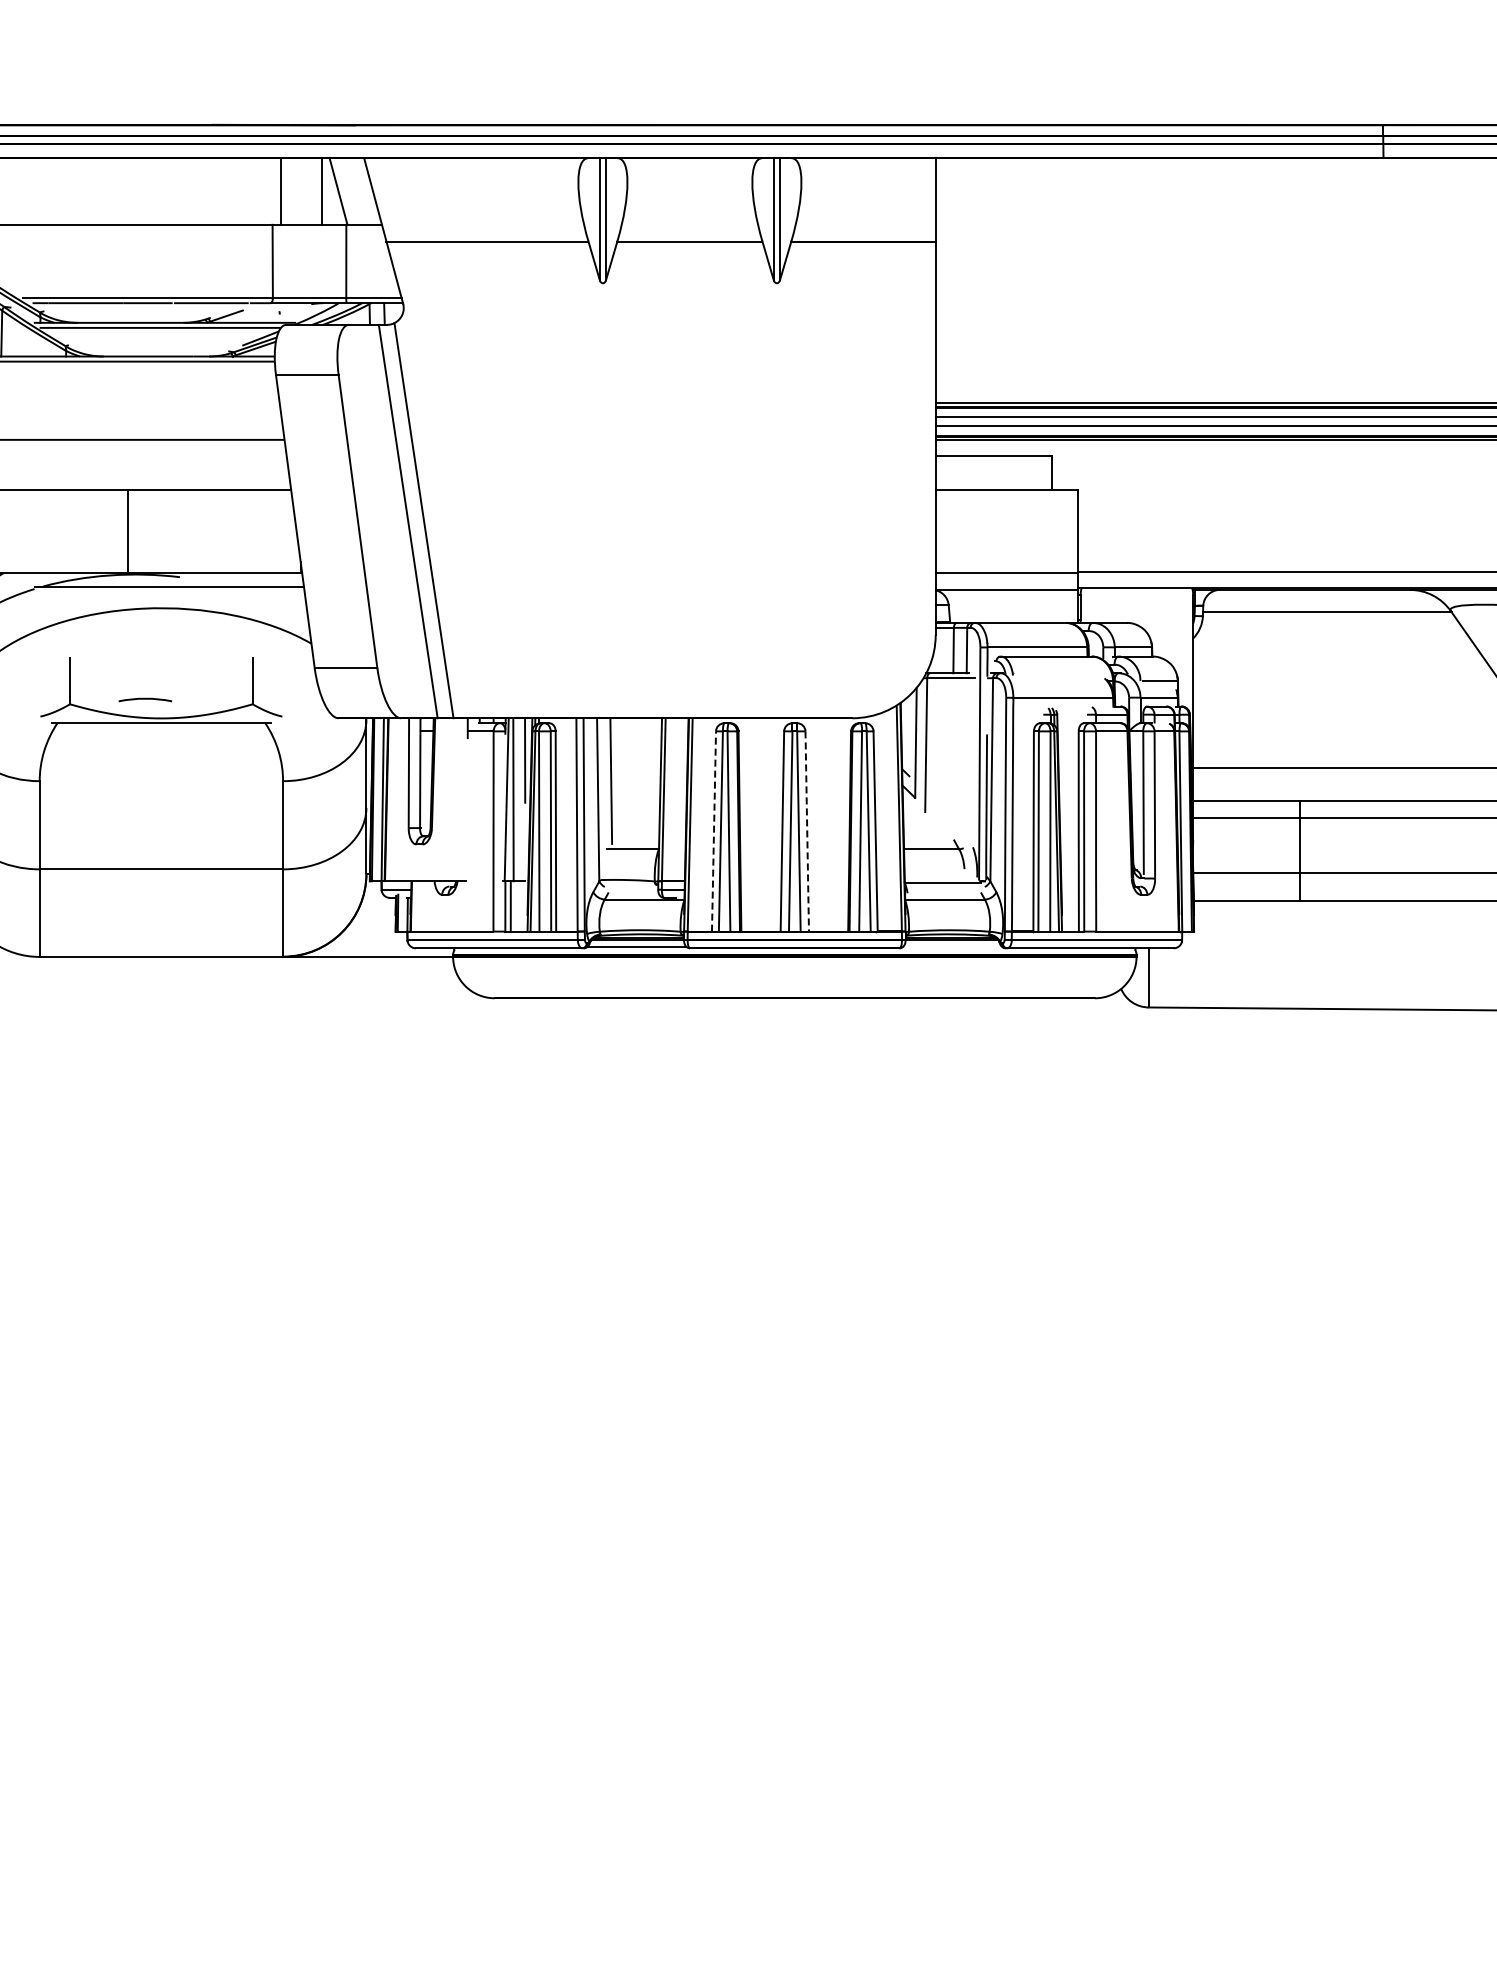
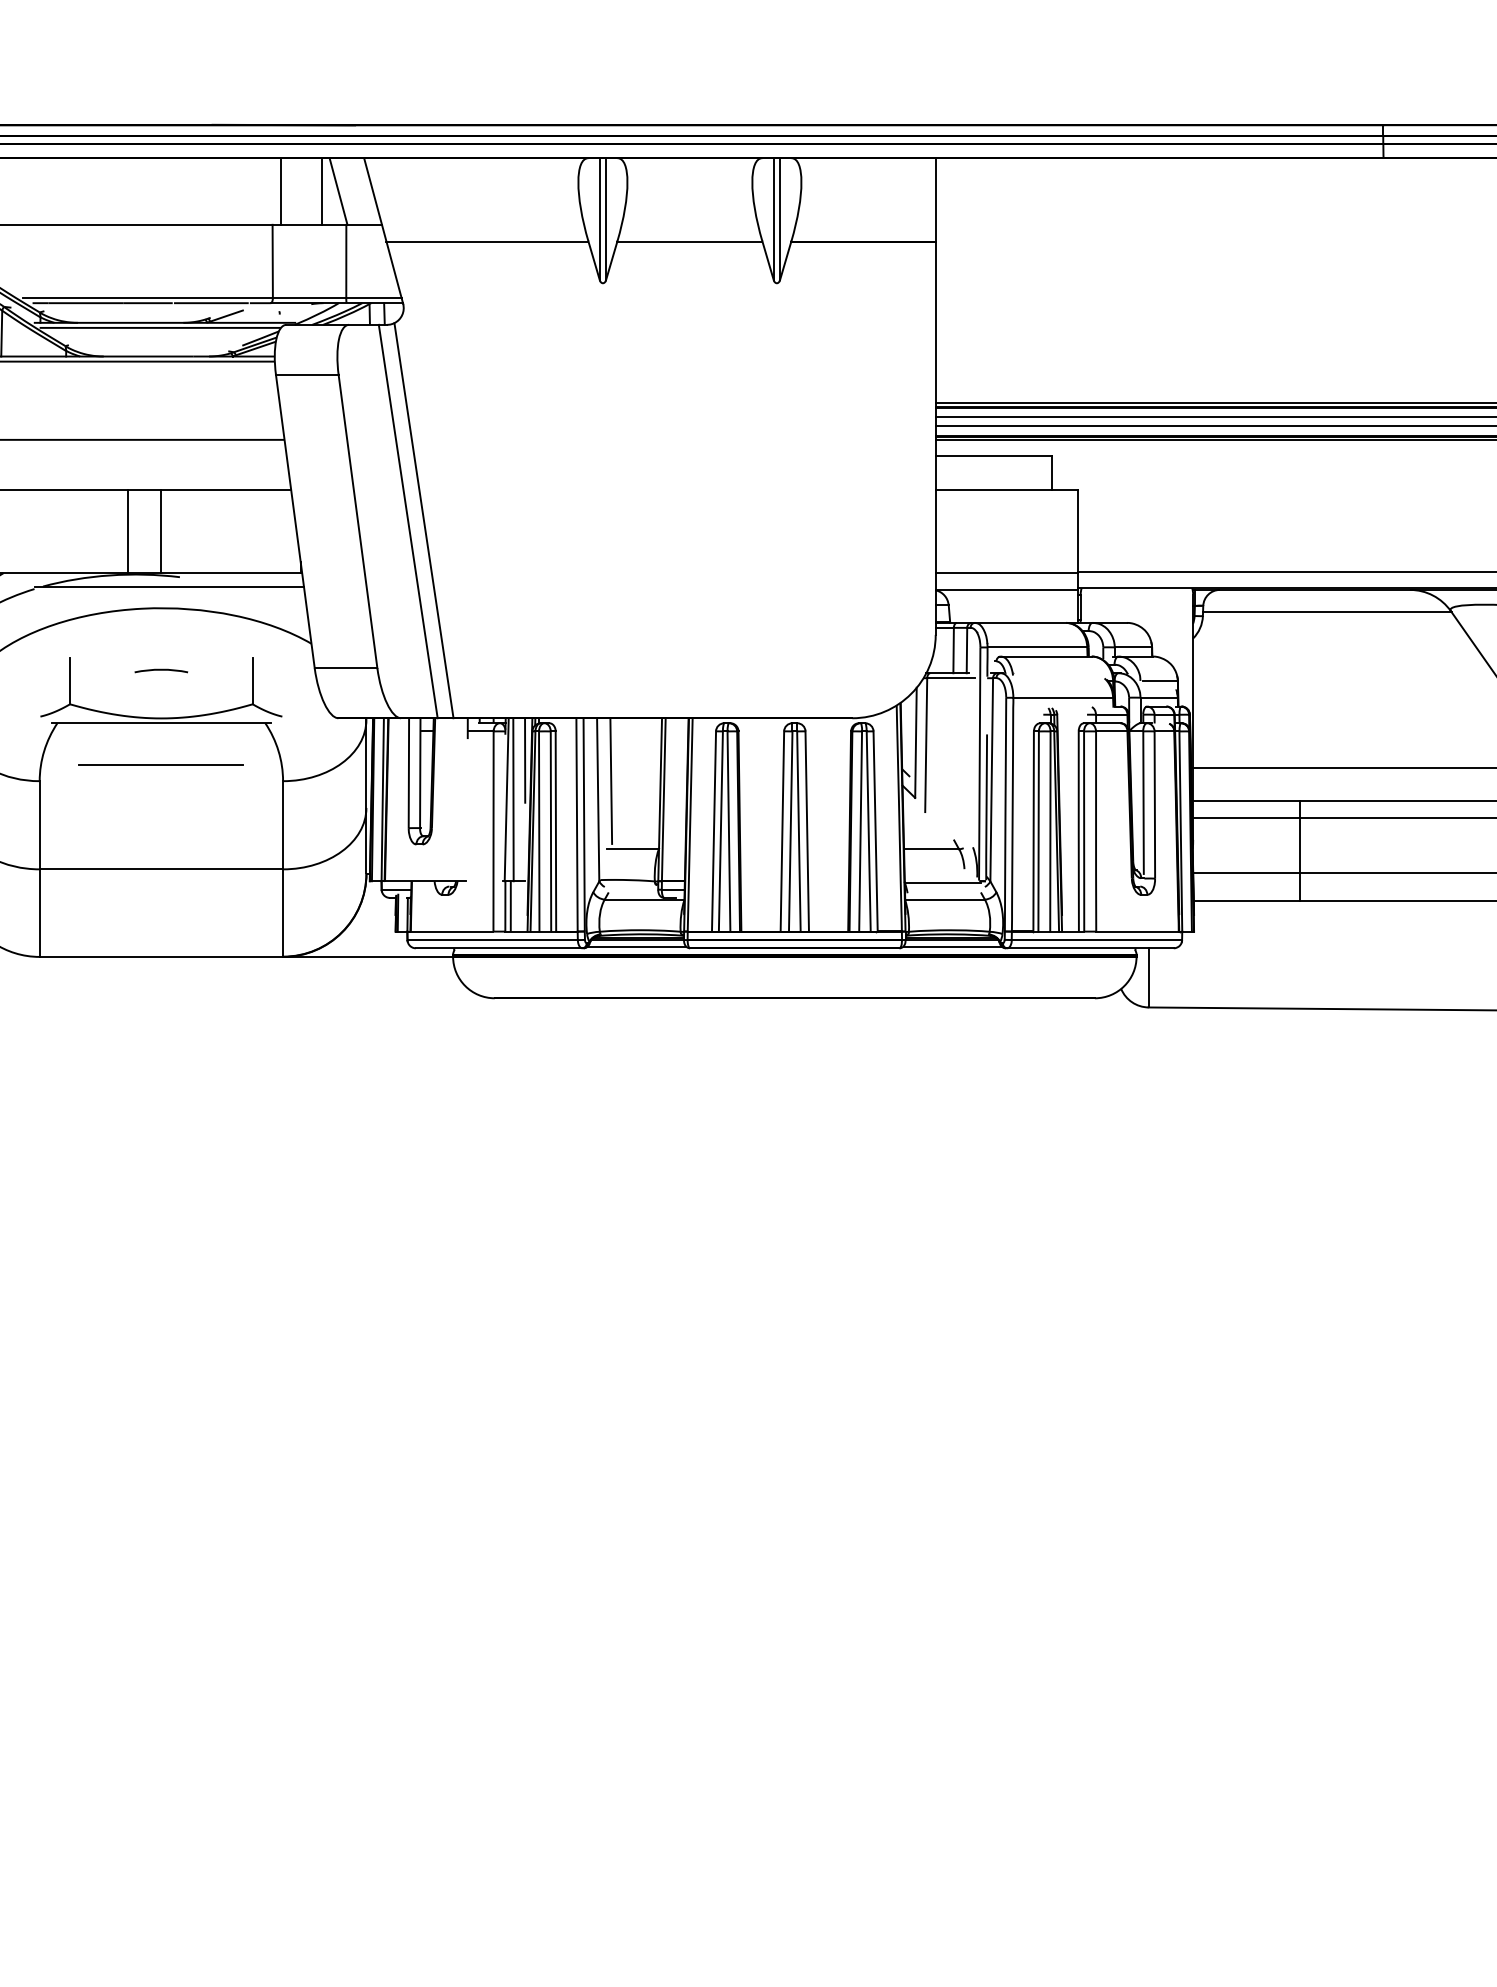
line at (161, 531): none -> present
curve at (145, 699) position: (145, 699) -> (161, 670)
line at (160, 764): none -> present
line at (714, 831): dashed -> solid
line at (807, 832): dashed -> solid
line at (952, 946): none -> present
